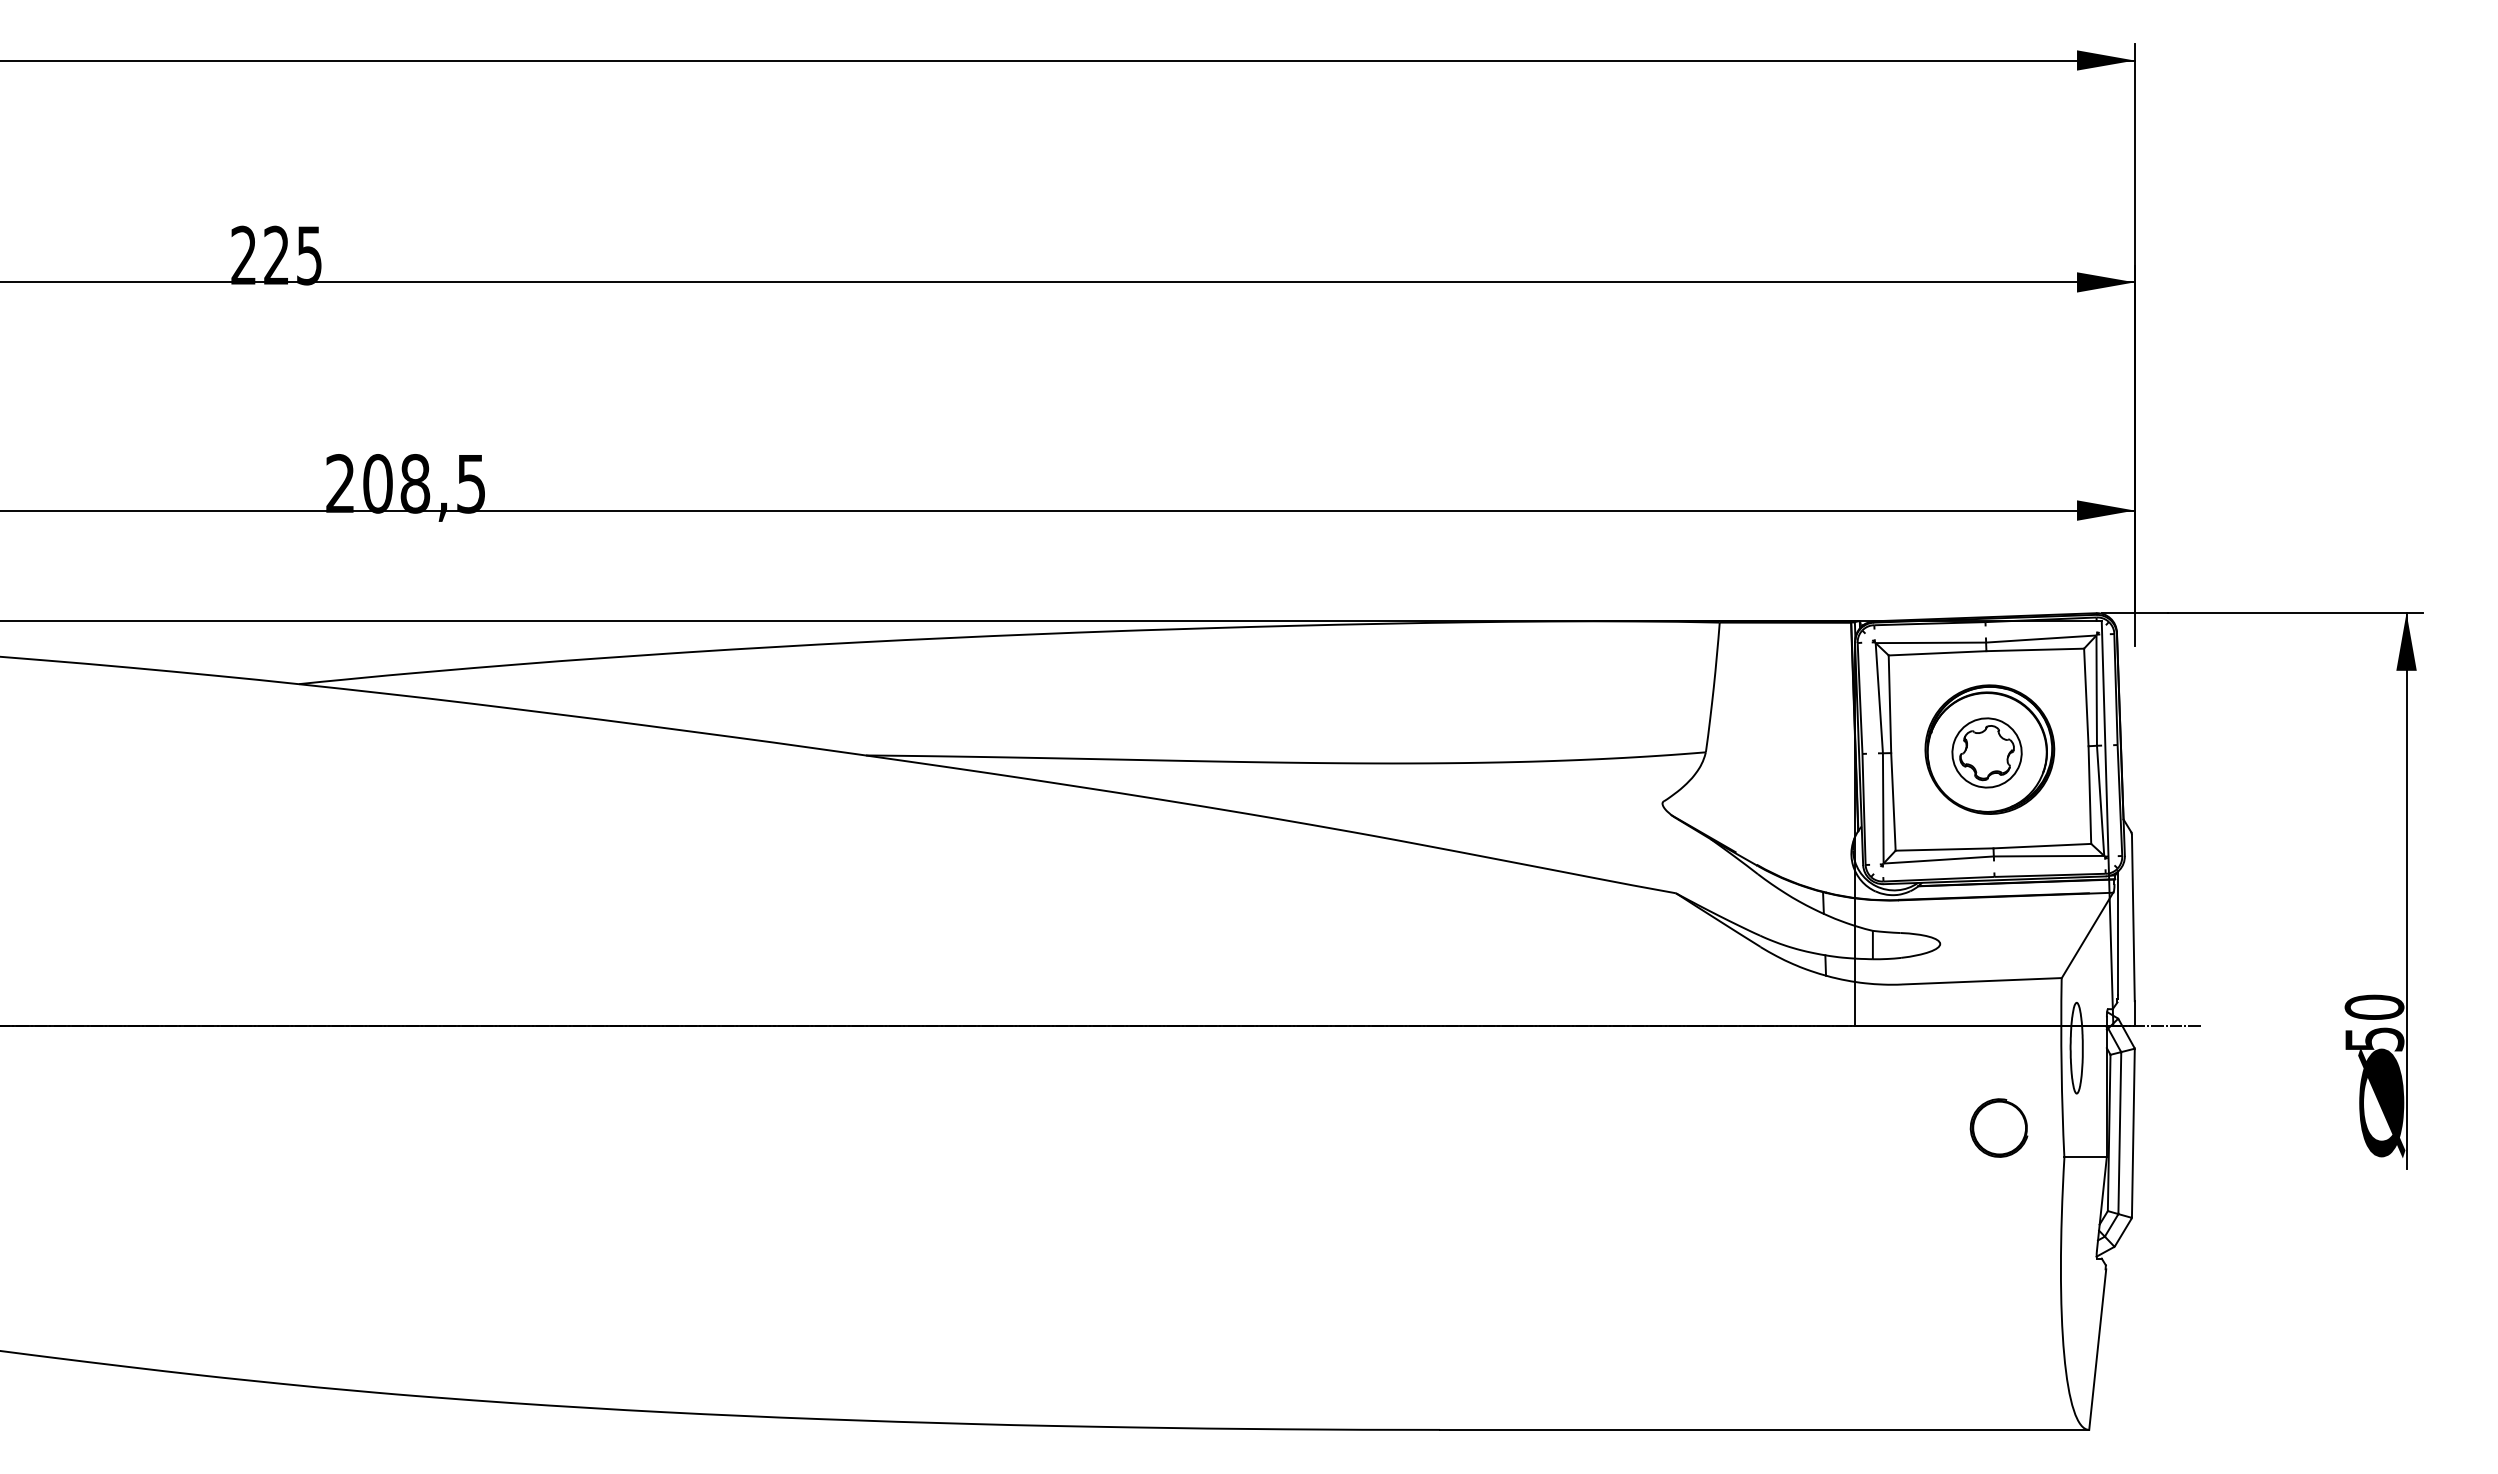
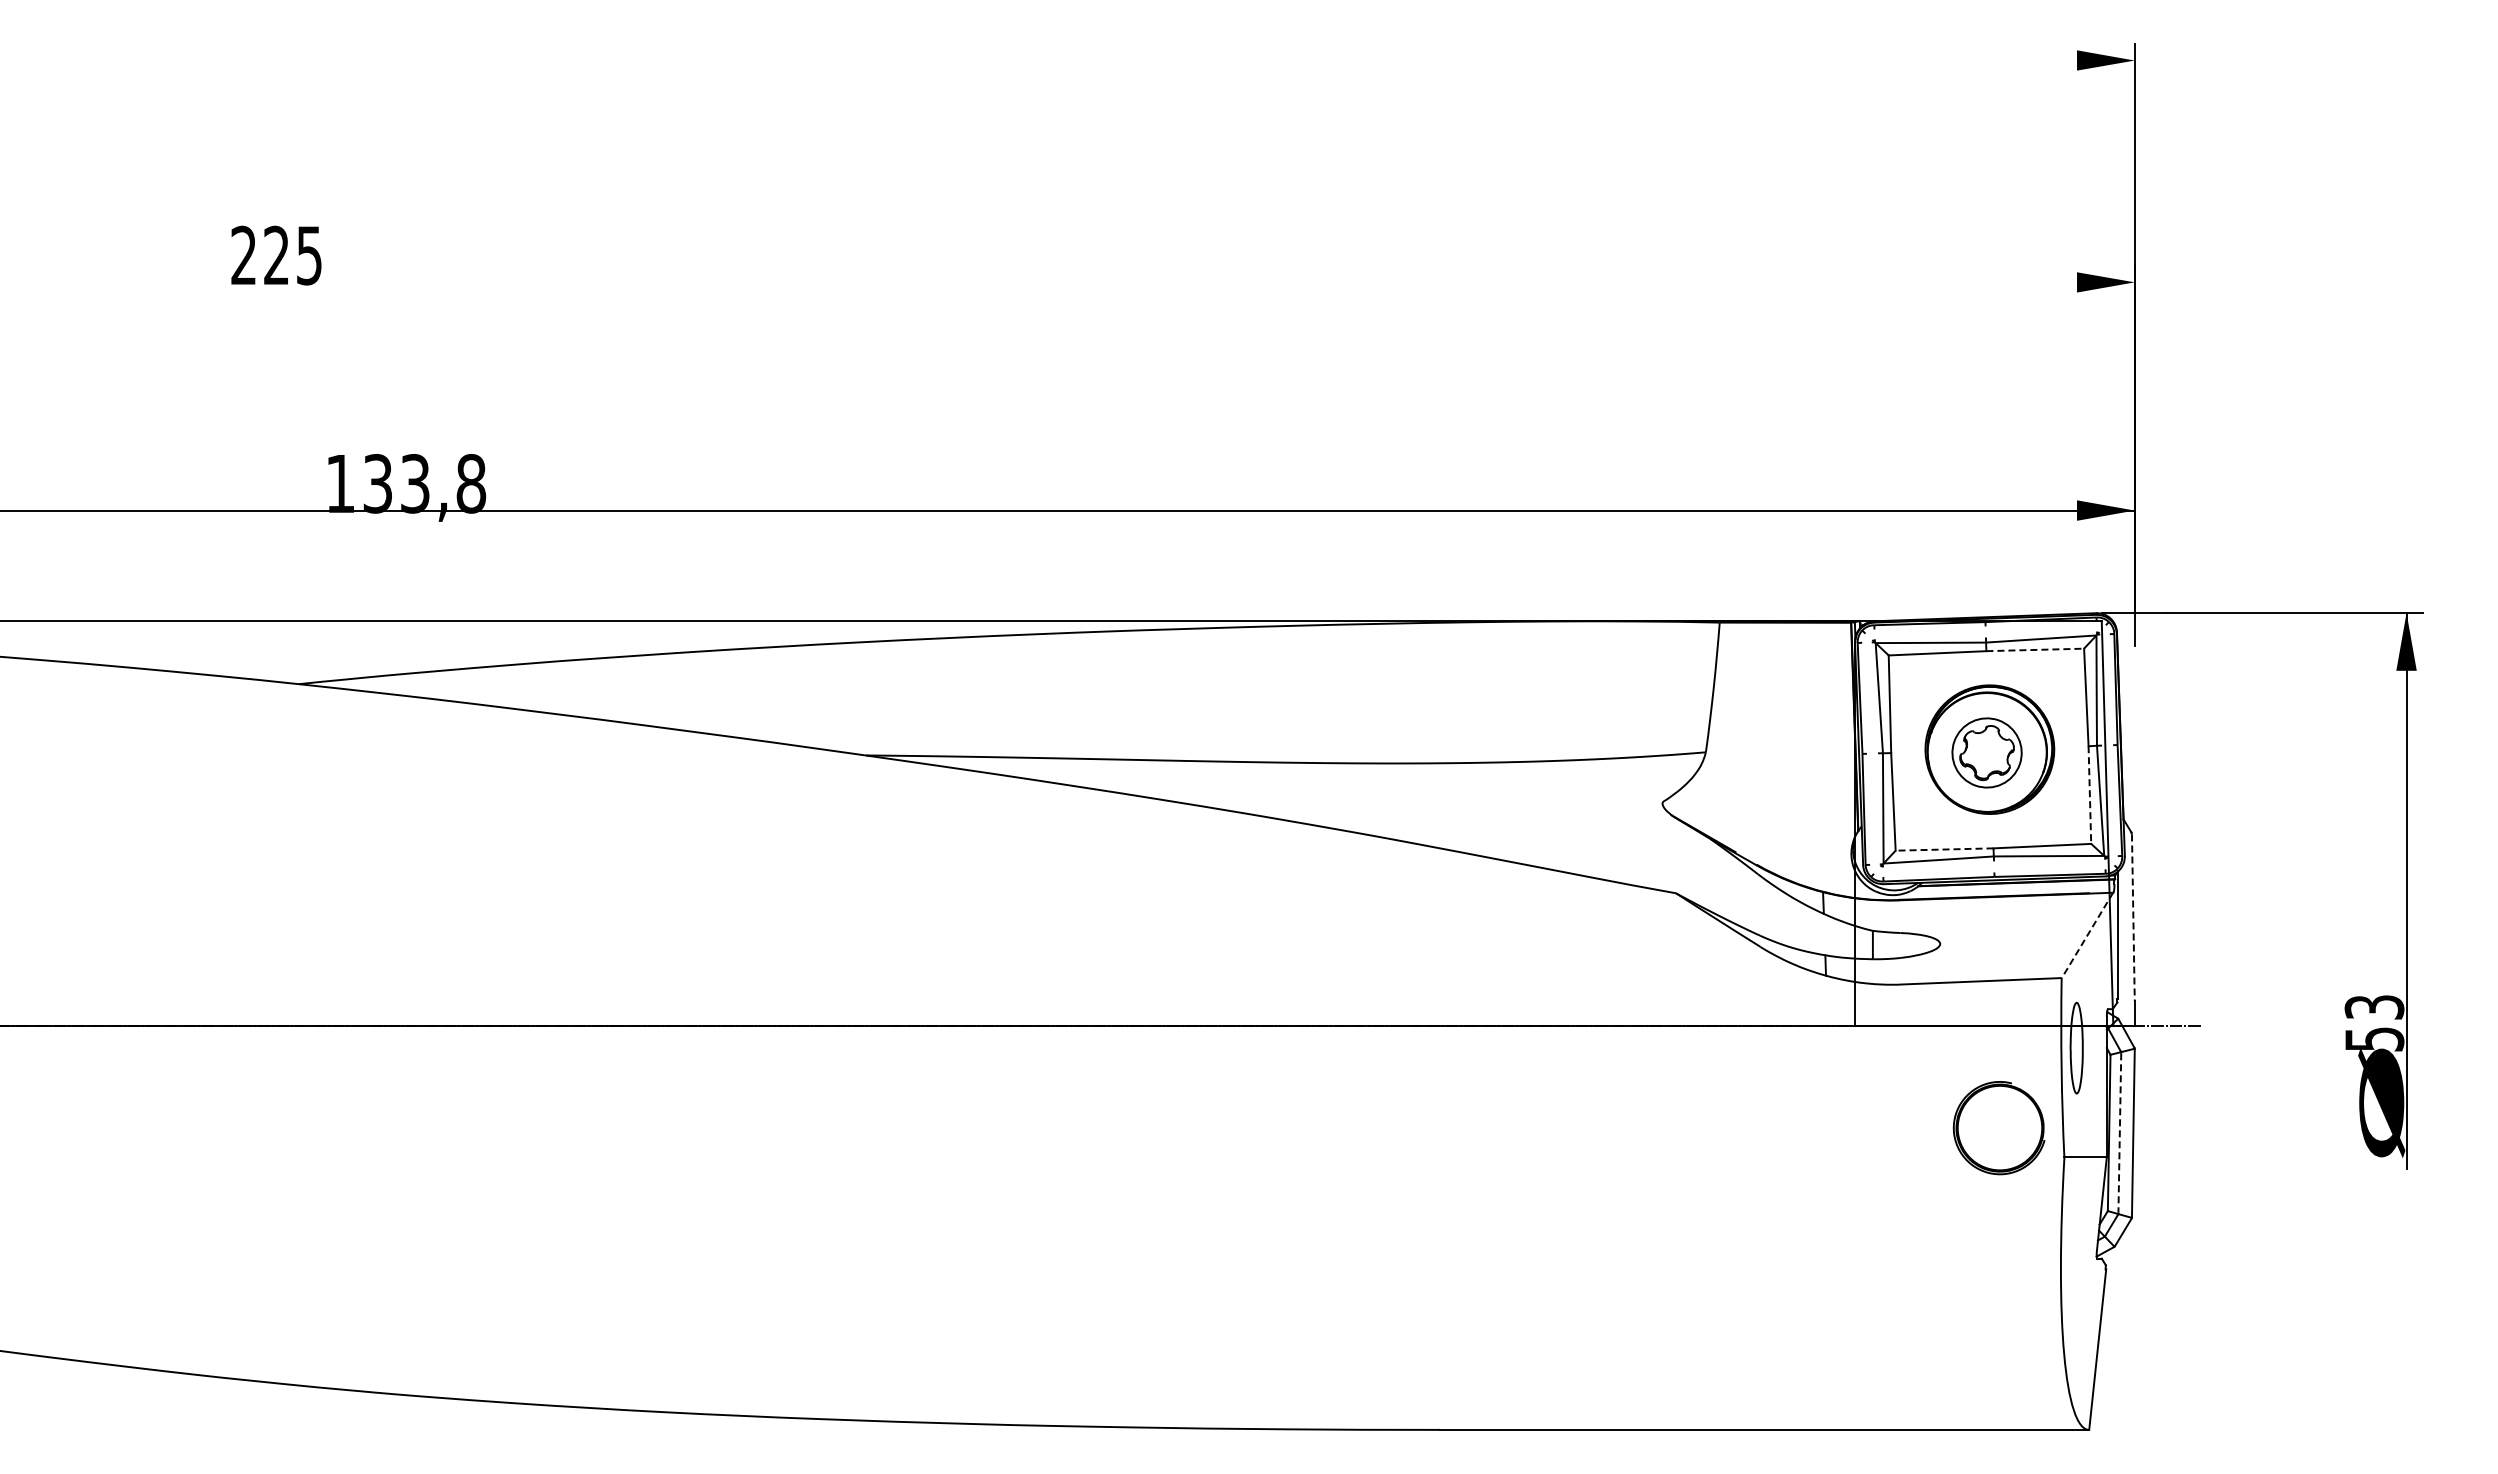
line at (1068, 60): present -> none
line at (1068, 282): present -> none
text at (406, 483): 208,5 -> 133,8
line at (2035, 649): solid -> dashed
line at (2089, 795): solid -> dashed
line at (1944, 849): solid -> dashed
line at (2133, 918): solid -> dashed
line at (2087, 935): solid -> dashed
text at (2374, 1006): 50 -> 53
part at (1998, 1127) size: 60x60 px -> 94x95 px
line at (2119, 1133): solid -> dashed
